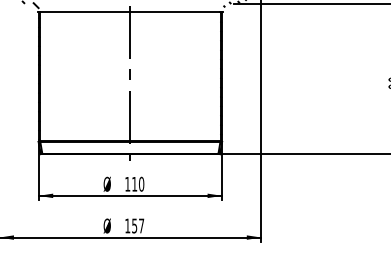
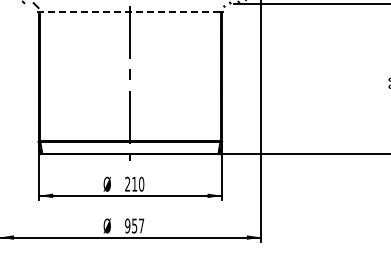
line at (129, 12): solid -> dashed
text at (127, 183): 110 -> 210
text at (127, 225): 157 -> 957
